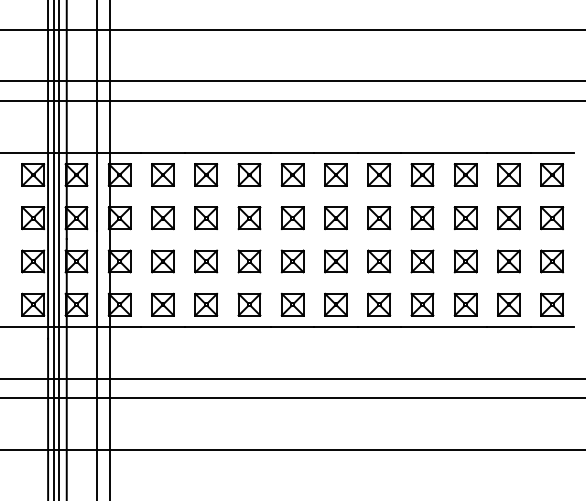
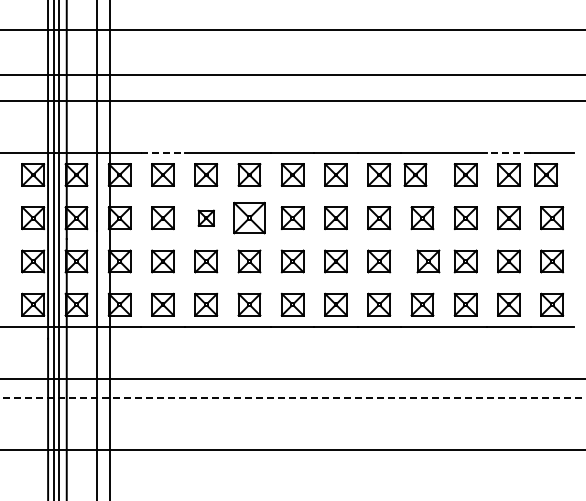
line at (292, 81) position: (292, 81) -> (292, 75)
line at (163, 152): solid -> dashed
line at (508, 152): solid -> dashed
part at (422, 174) position: (422, 174) -> (415, 174)
part at (552, 174) position: (552, 174) -> (546, 174)
part at (206, 218) size: 25x25 px -> 18x18 px
part at (249, 218) size: 25x25 px -> 33x34 px
part at (422, 261) position: (422, 261) -> (428, 261)
line at (293, 398): solid -> dashed
